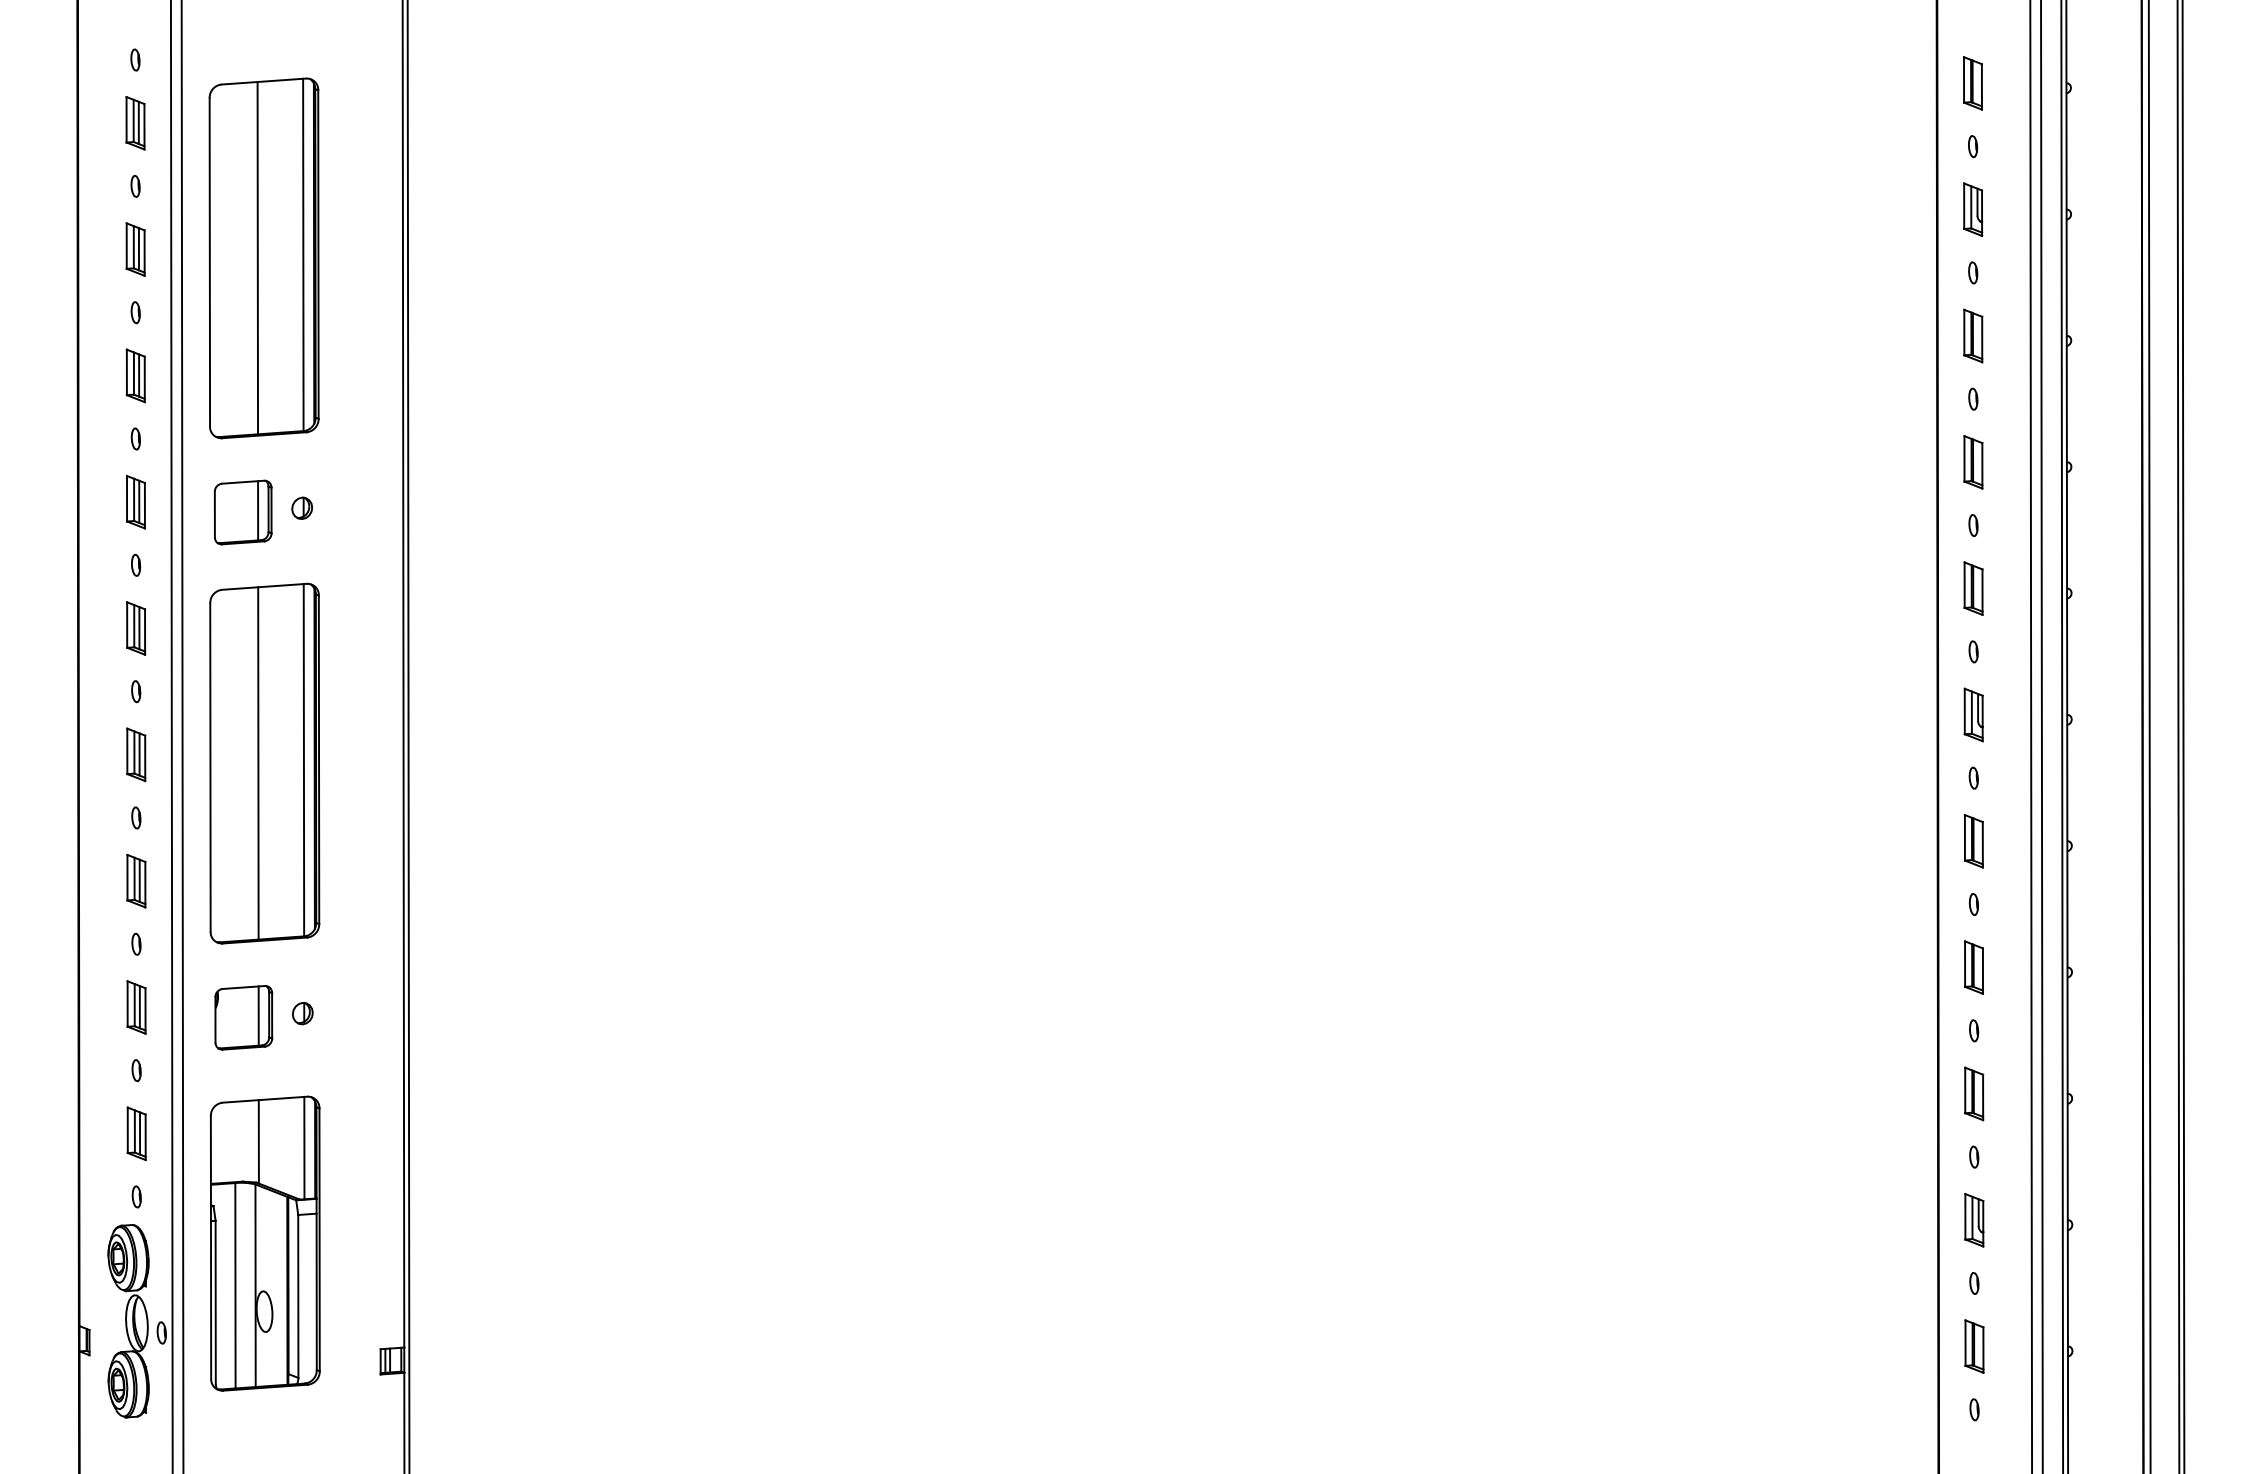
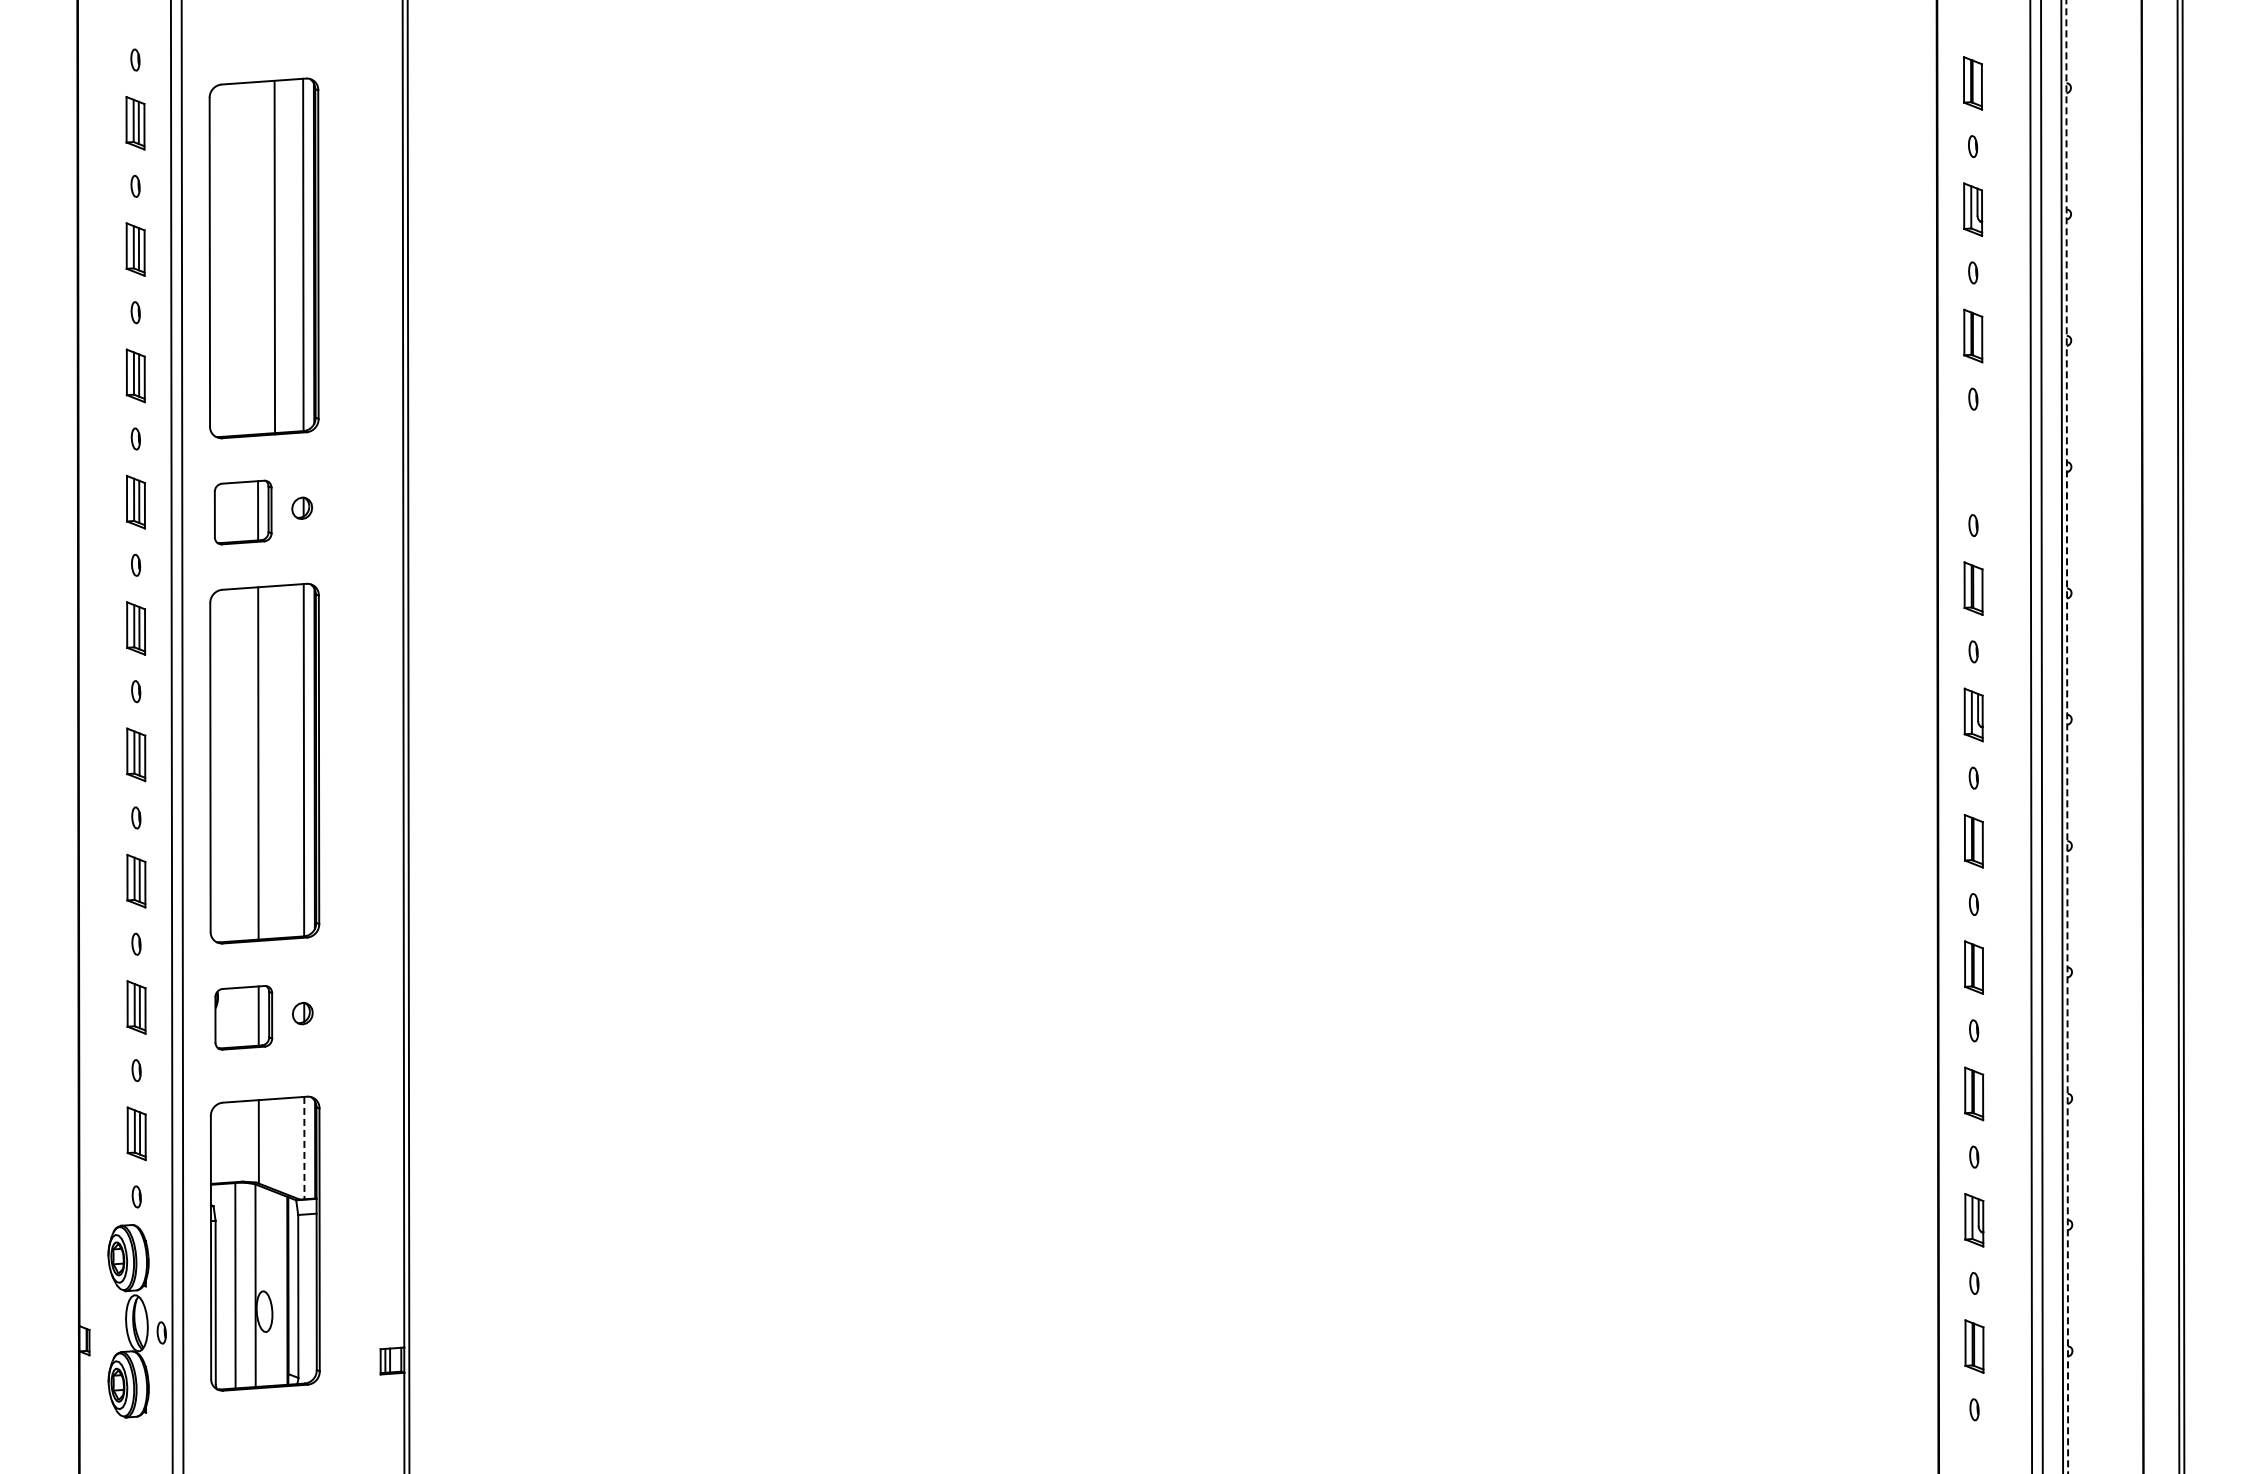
line at (257, 258) position: (257, 258) -> (274, 258)
part at (1973, 462): present -> none
line at (2067, 736): solid -> dashed
line at (2149, 736): present -> none
line at (304, 1148): solid -> dashed
